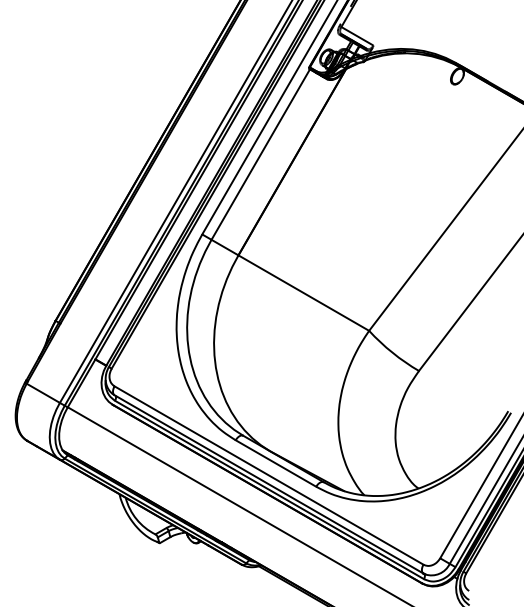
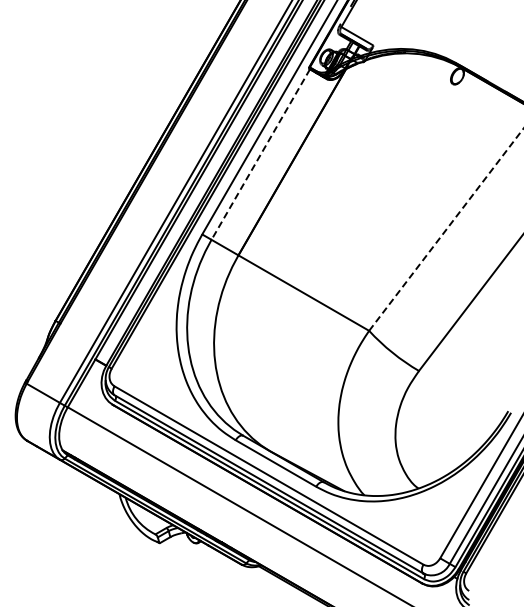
line at (260, 155): solid -> dashed
line at (446, 229): solid -> dashed
